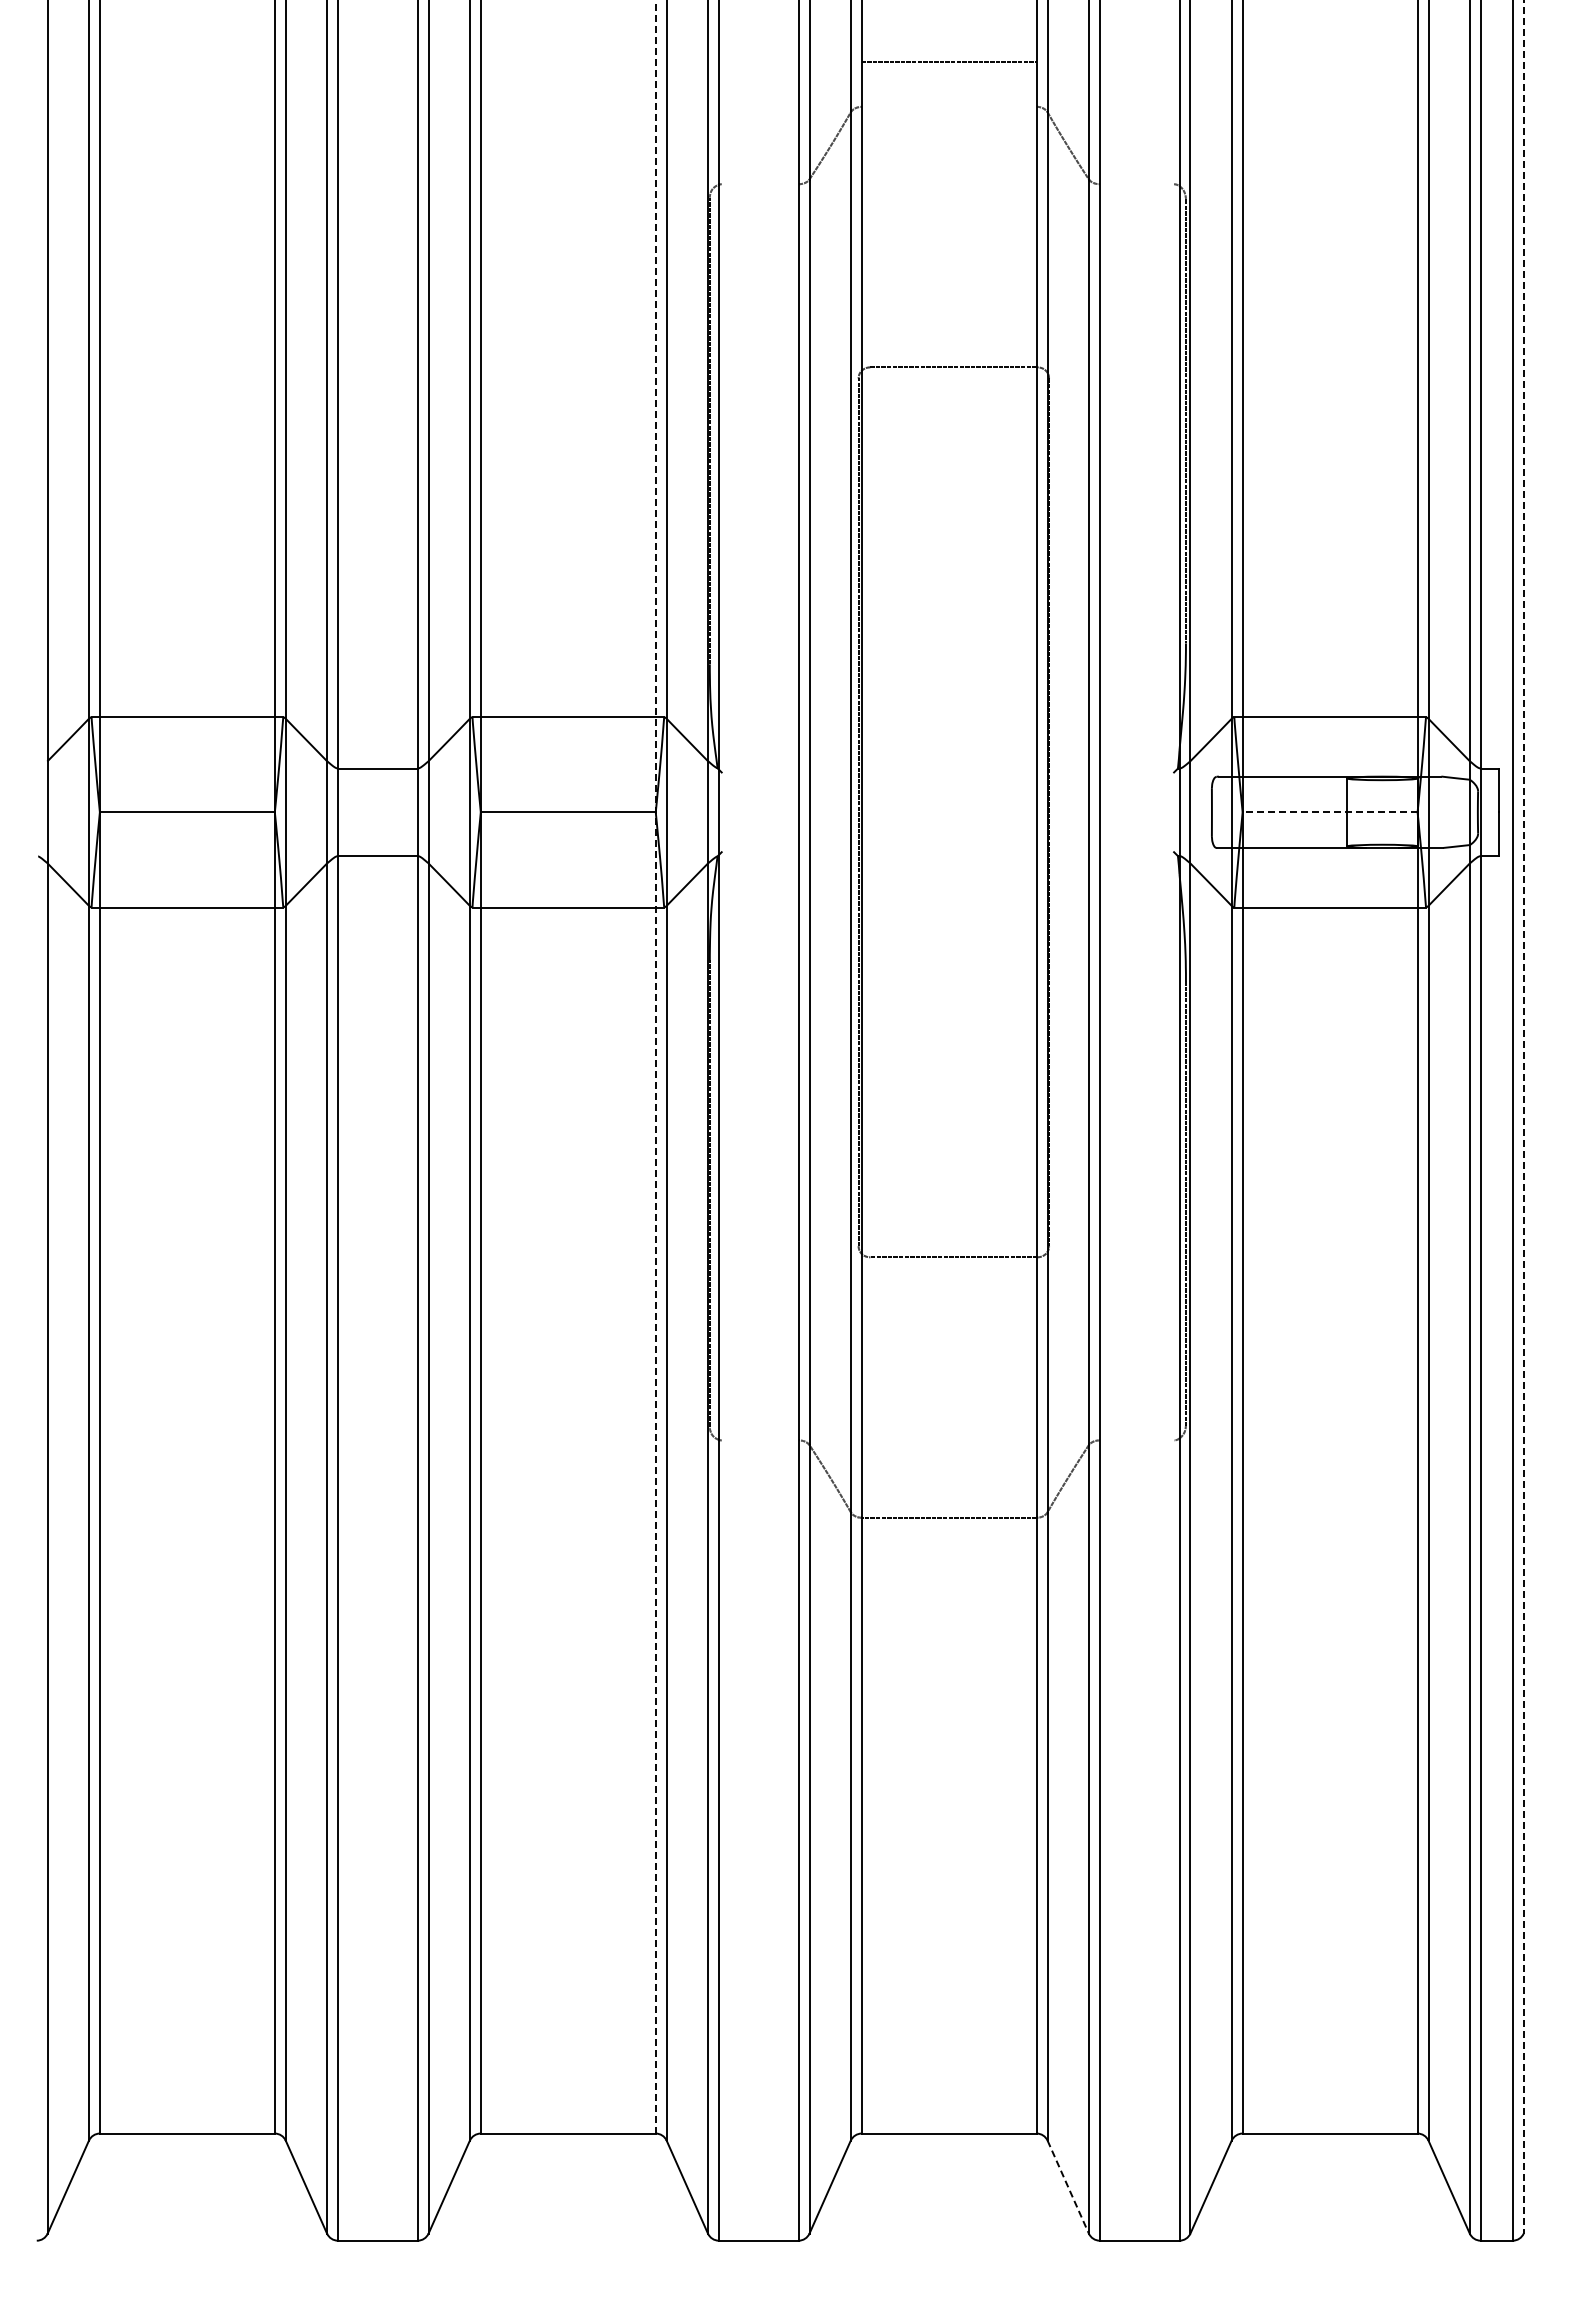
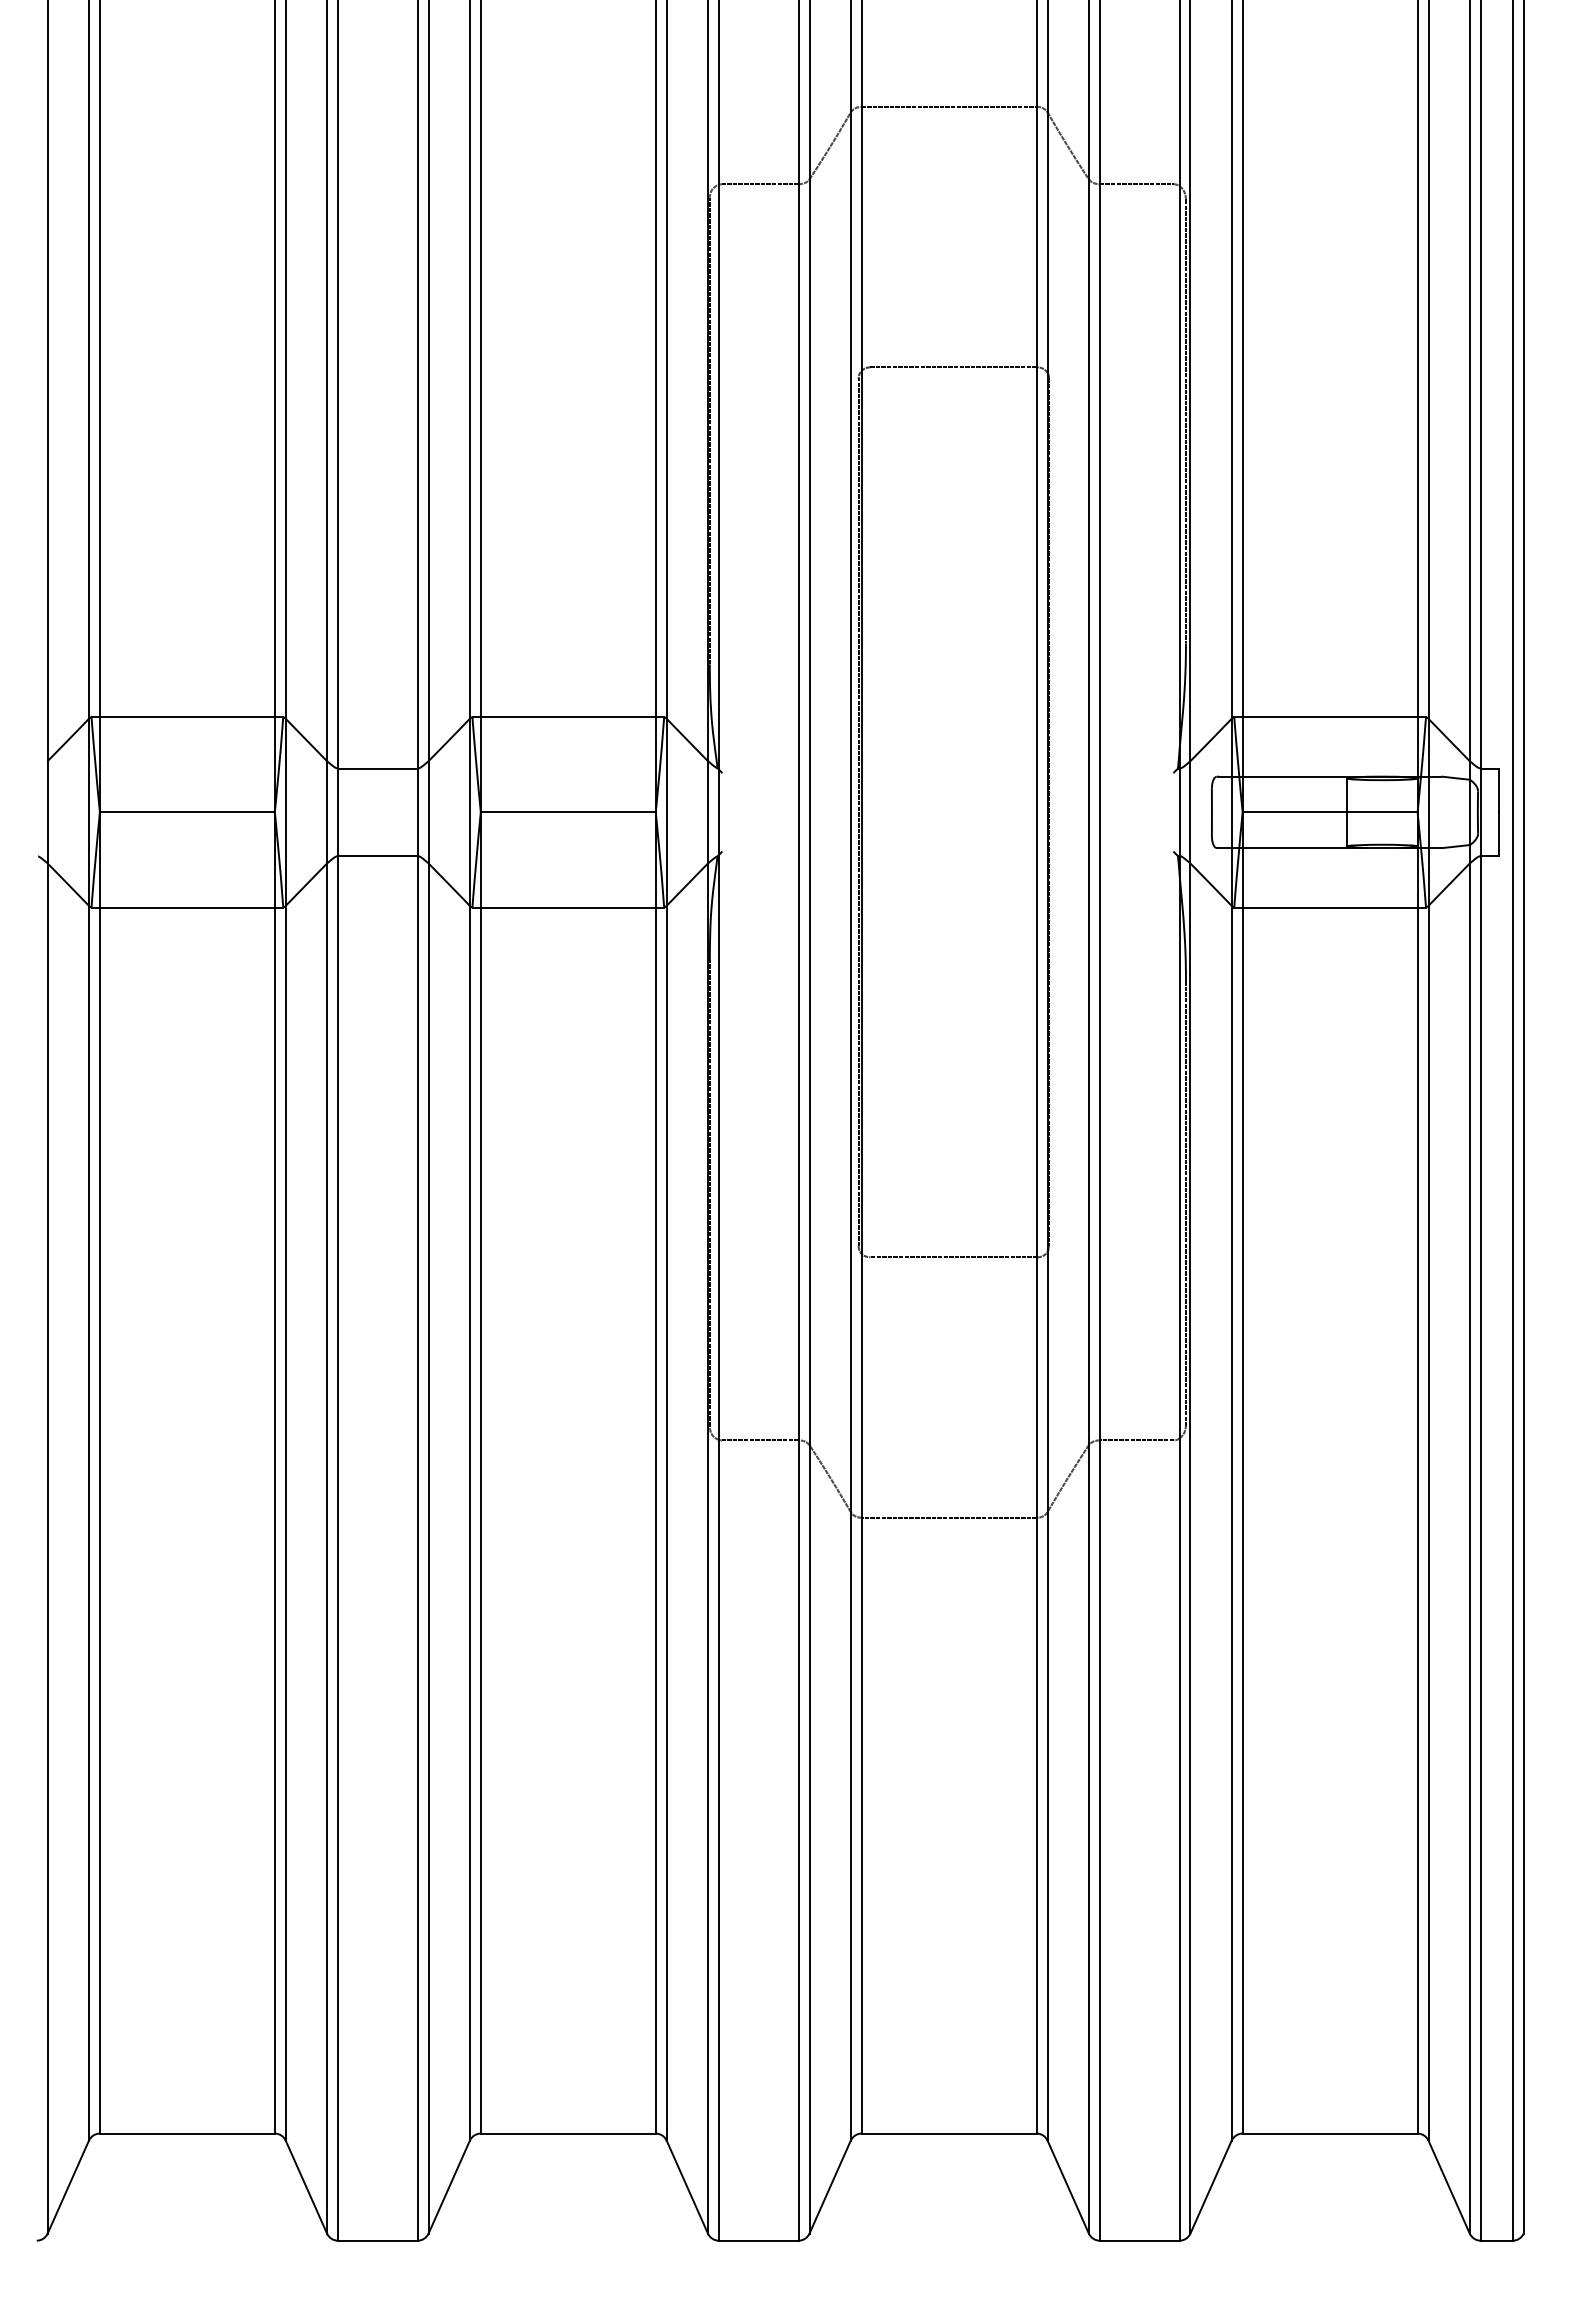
line at (948, 61) position: (948, 61) -> (948, 106)
line at (759, 184): none -> present
line at (1136, 184): none -> present
line at (1329, 812): dashed -> solid
line at (655, 1066): dashed -> solid
line at (1523, 1117): dashed -> solid
line at (759, 1440): none -> present
line at (1136, 1440): none -> present
line at (1068, 2187): dashed -> solid
